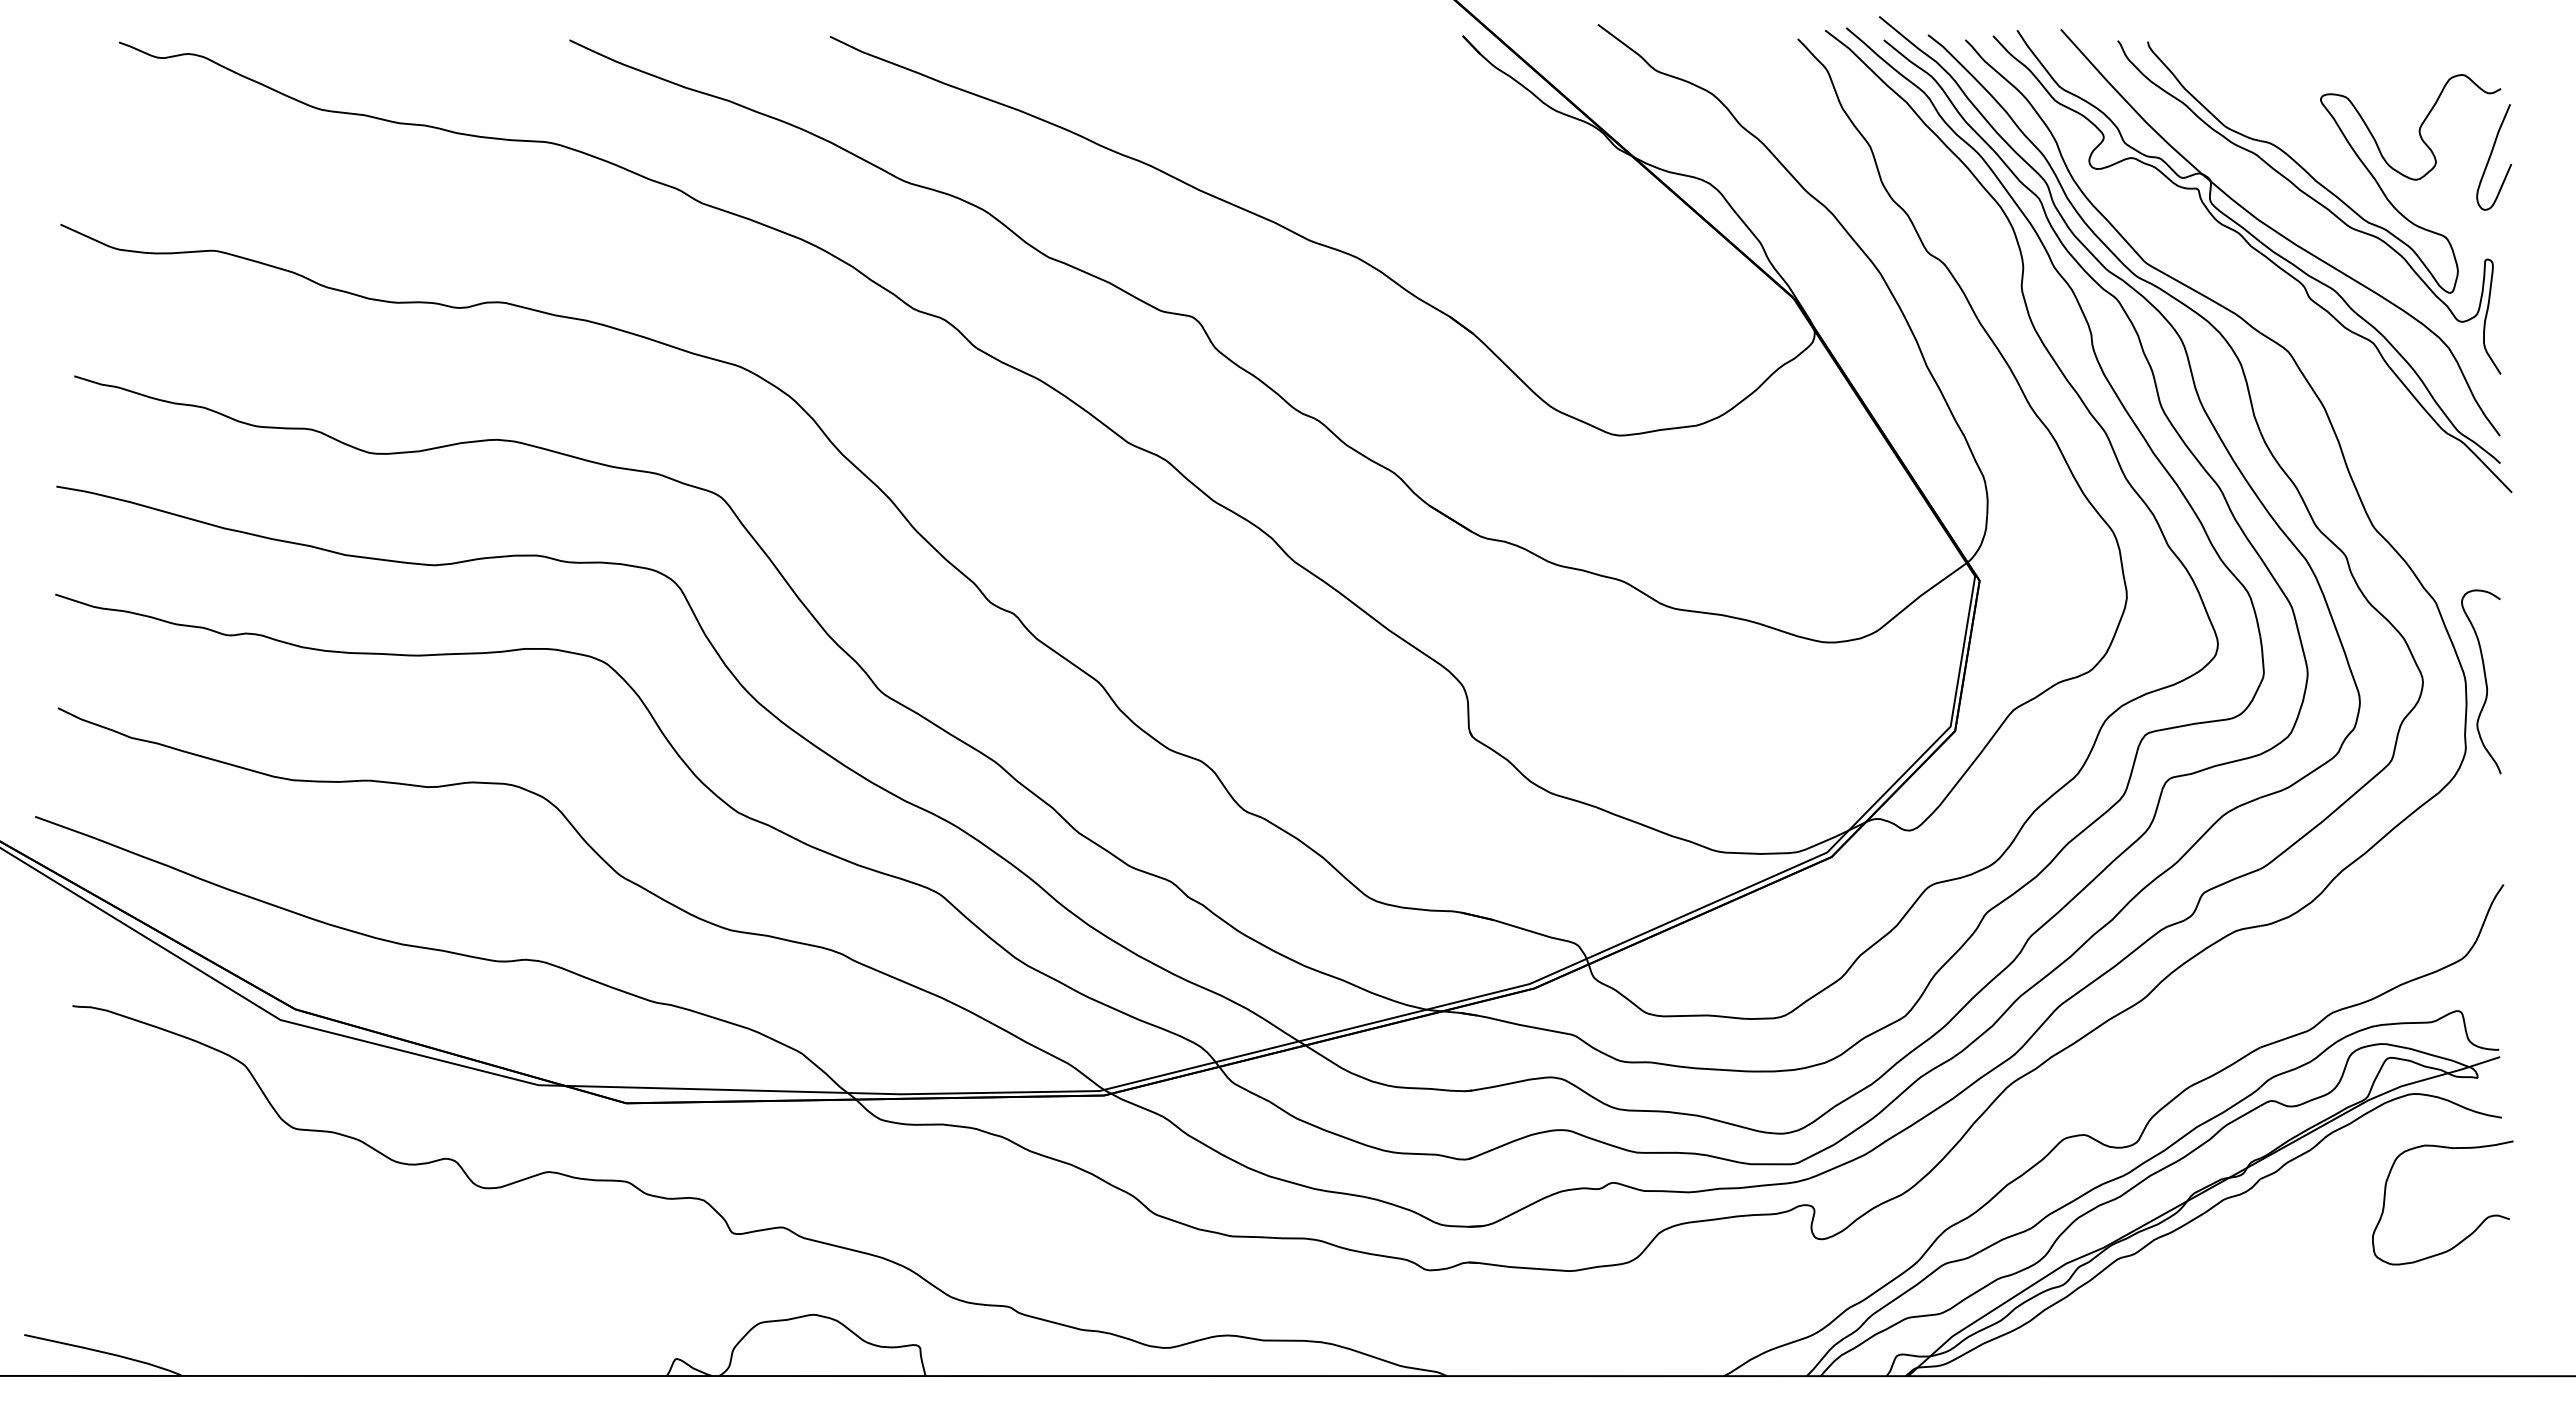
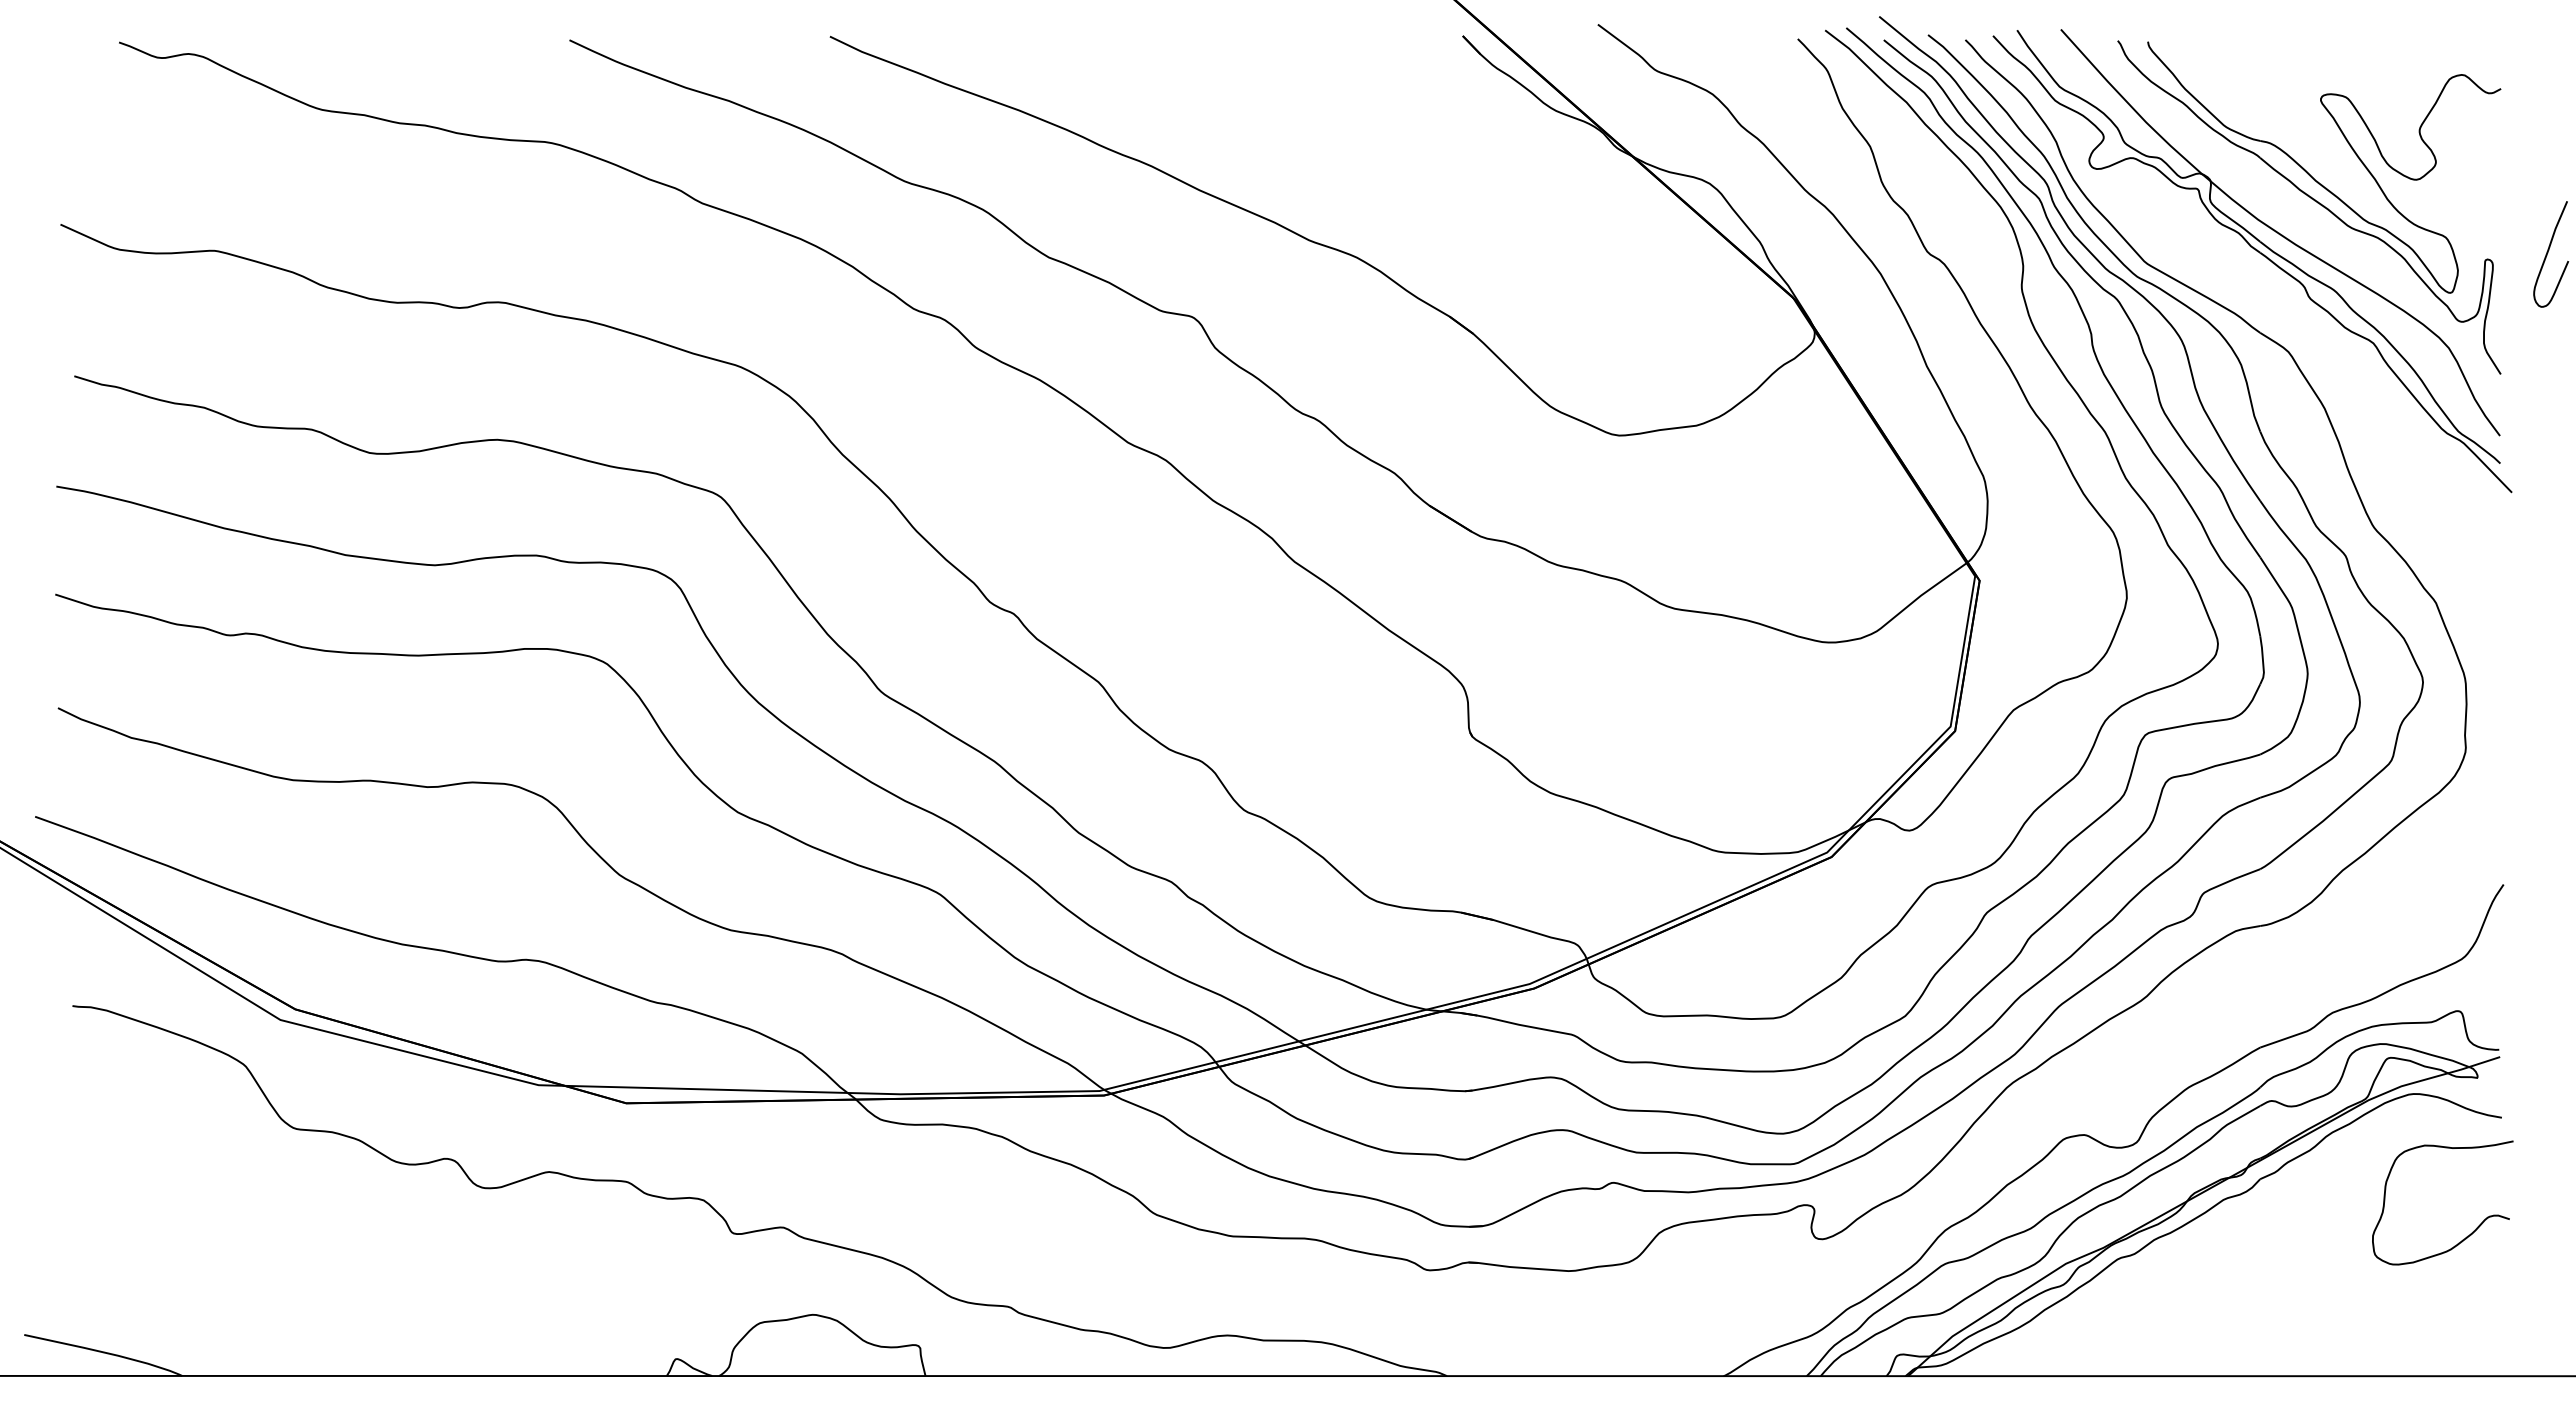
curve at (2491, 156) position: (2491, 156) -> (2548, 253)
curve at (2484, 679): present -> none
